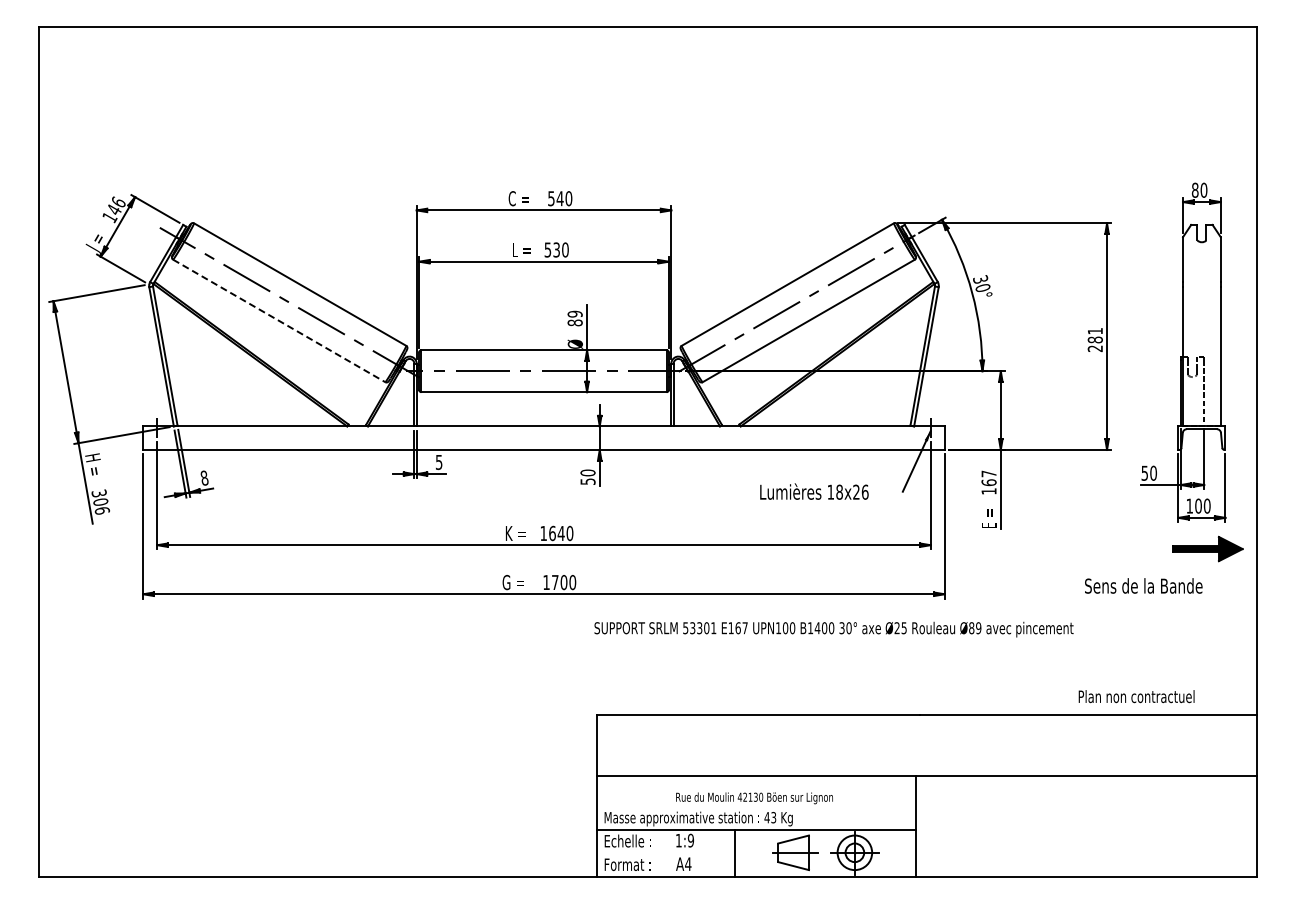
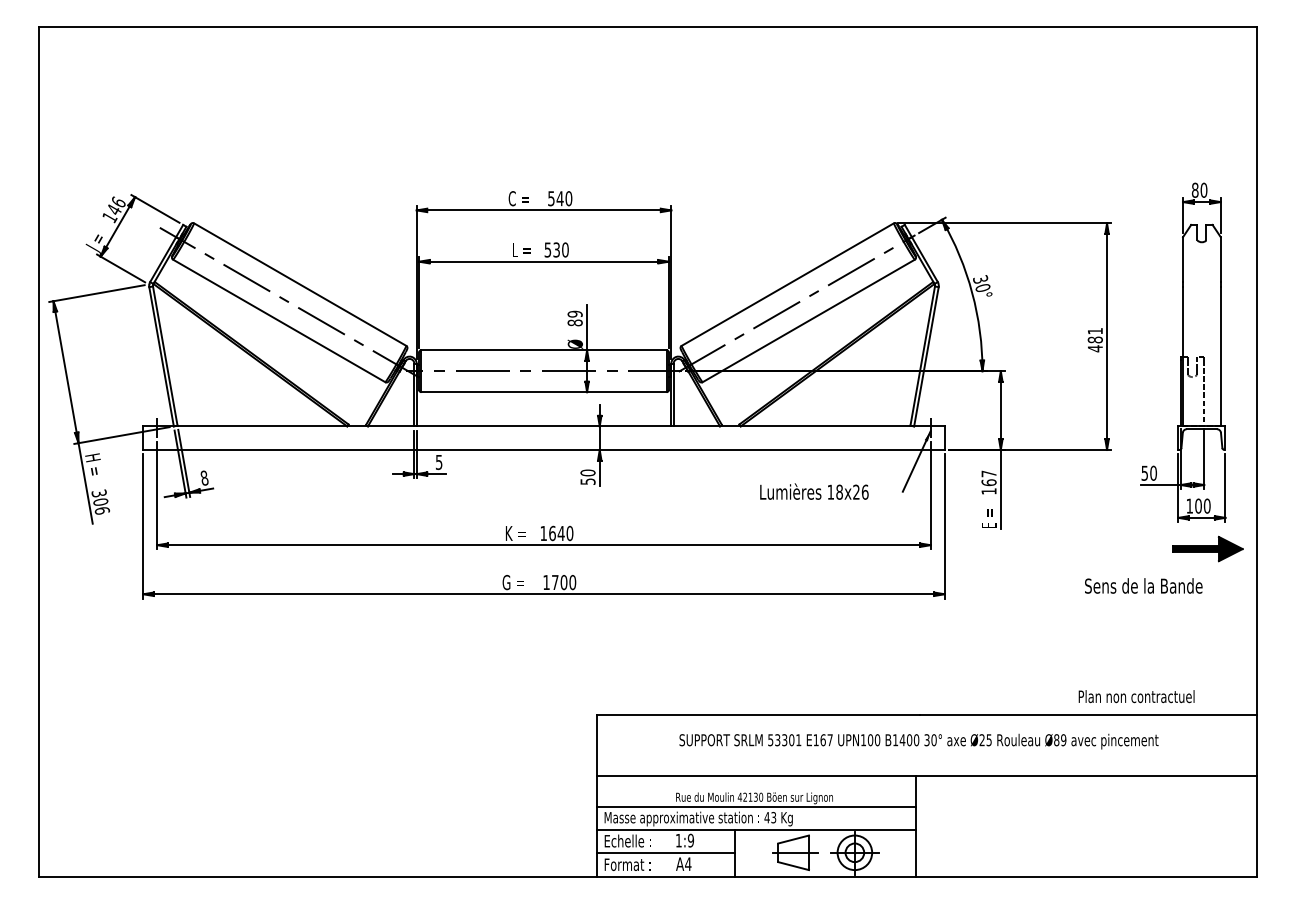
line at (279, 320): dashed -> solid
text at (1094, 348): 281 -> 481
text at (833, 629) position: (833, 629) -> (918, 741)
line at (756, 806): none -> present
line at (665, 853): none -> present
